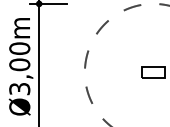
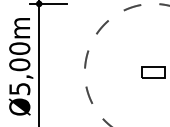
text at (19, 88): Ø3,00m -> Ø5,00m
